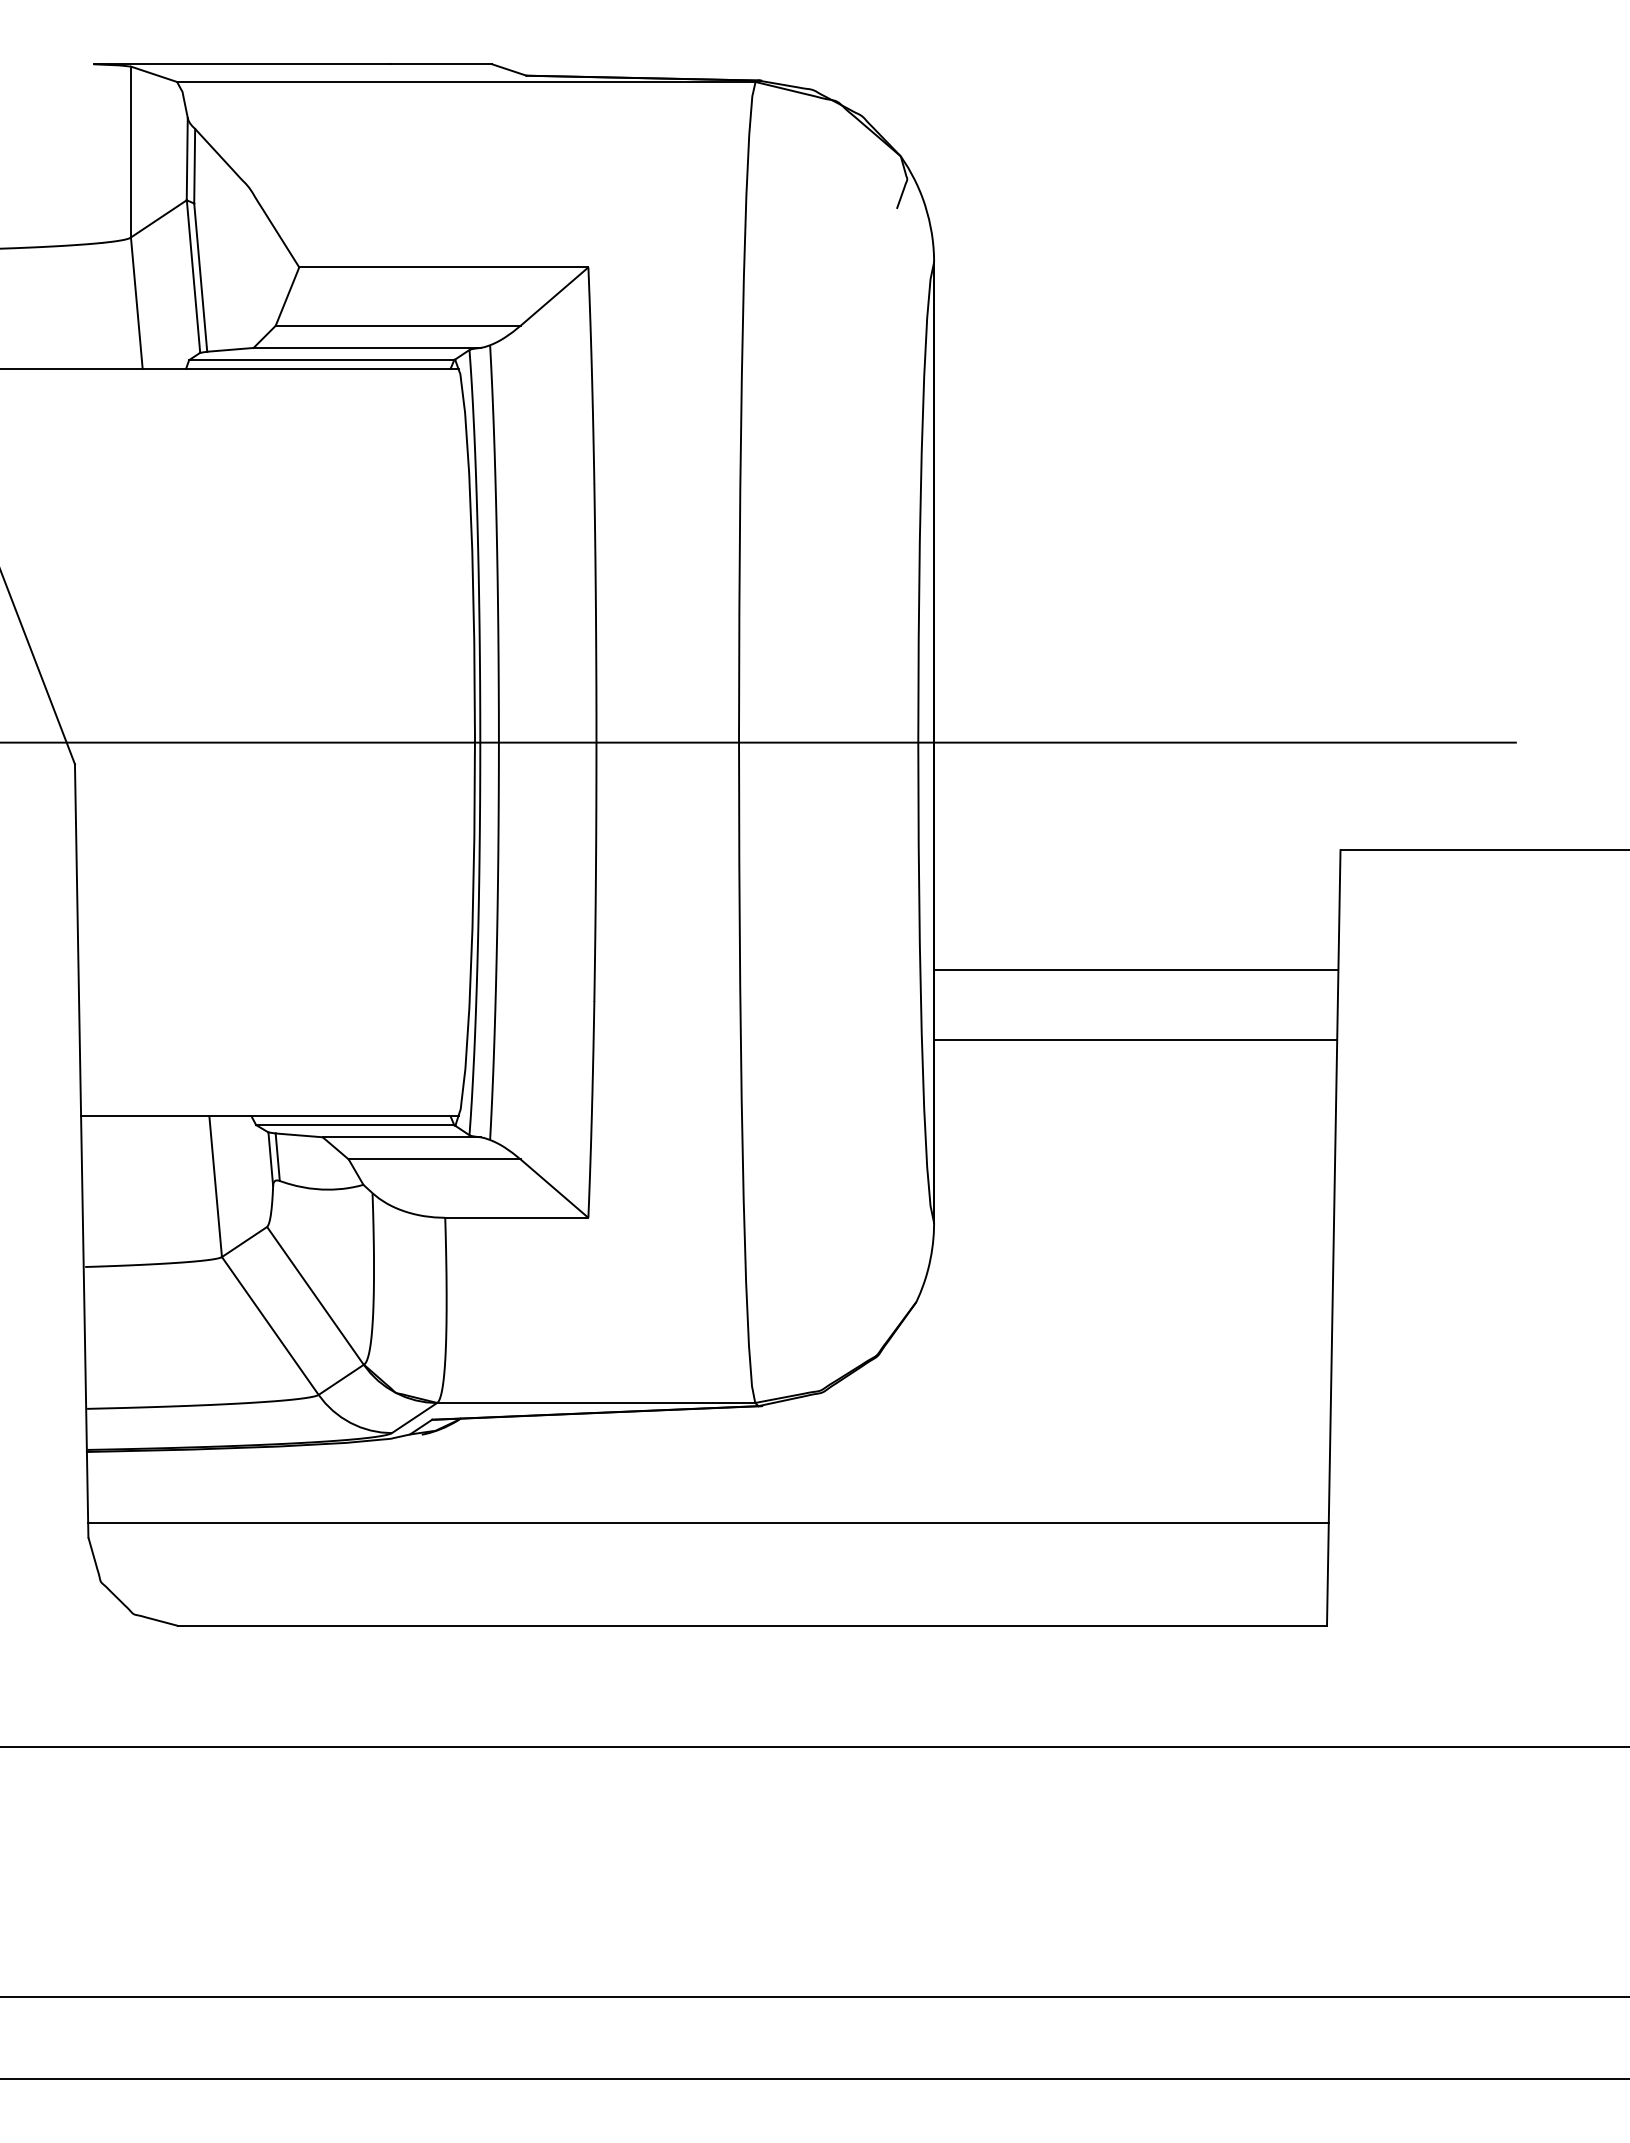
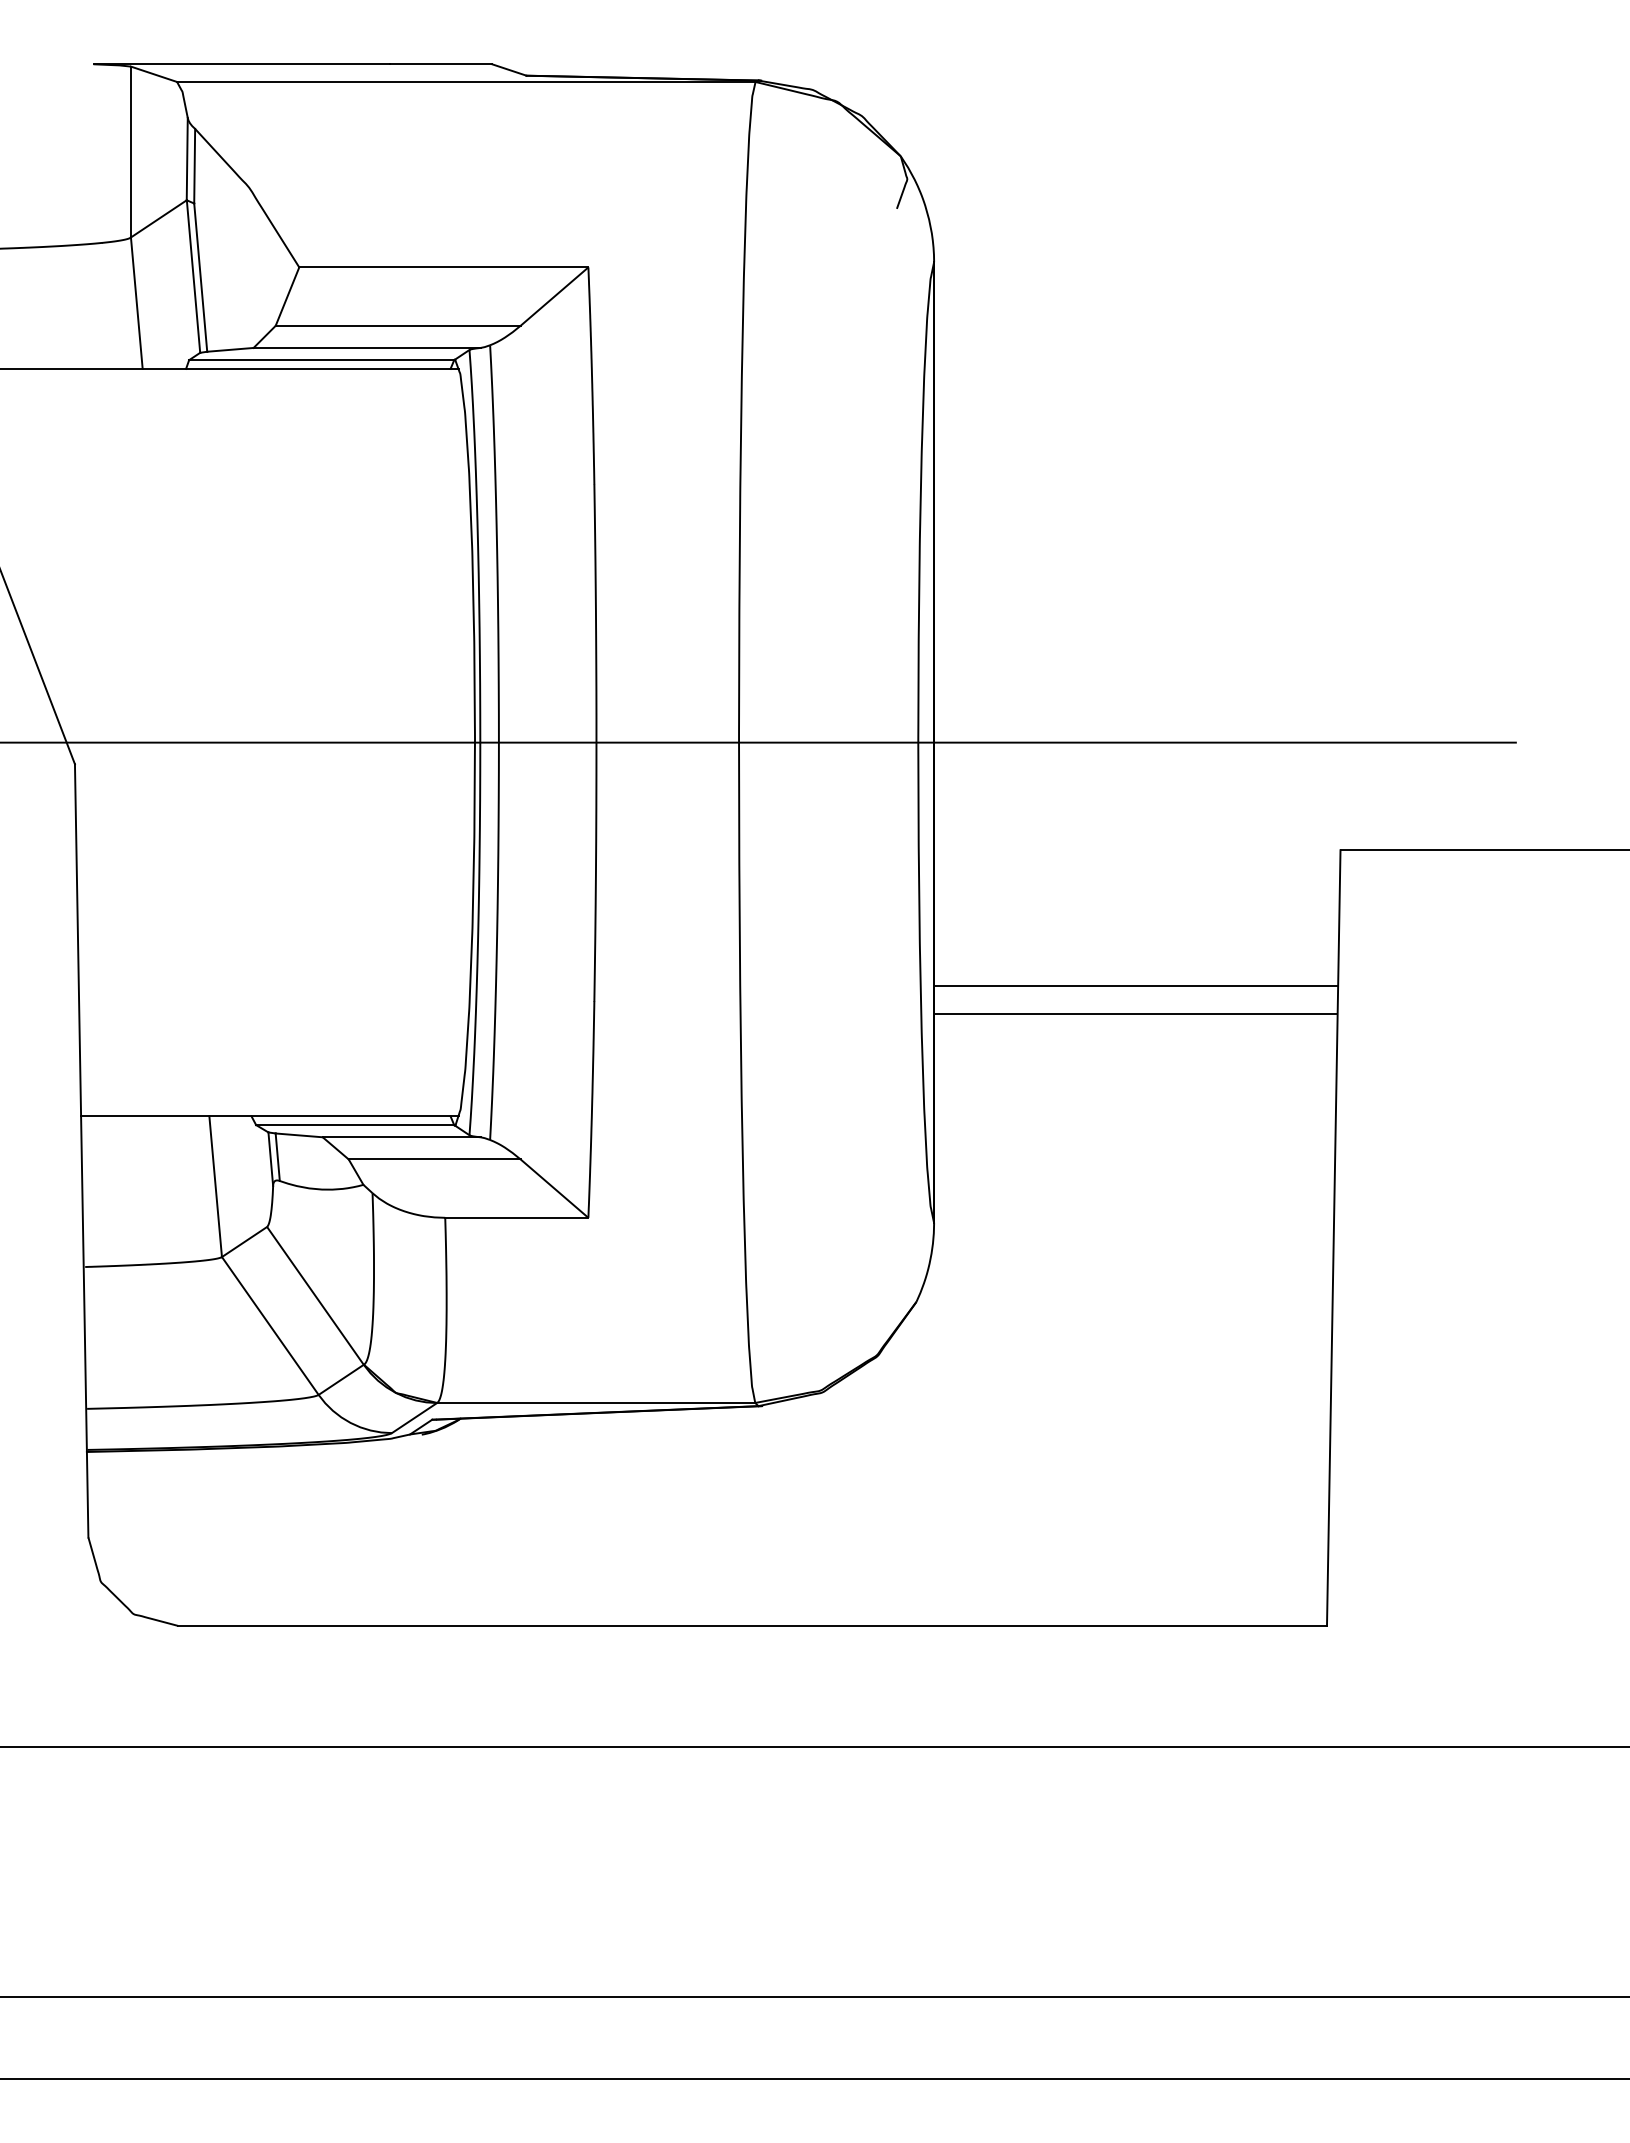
line at (1136, 969) position: (1136, 969) -> (1136, 985)
line at (1135, 1040) position: (1135, 1040) -> (1135, 1014)
line at (708, 1522): present -> none
